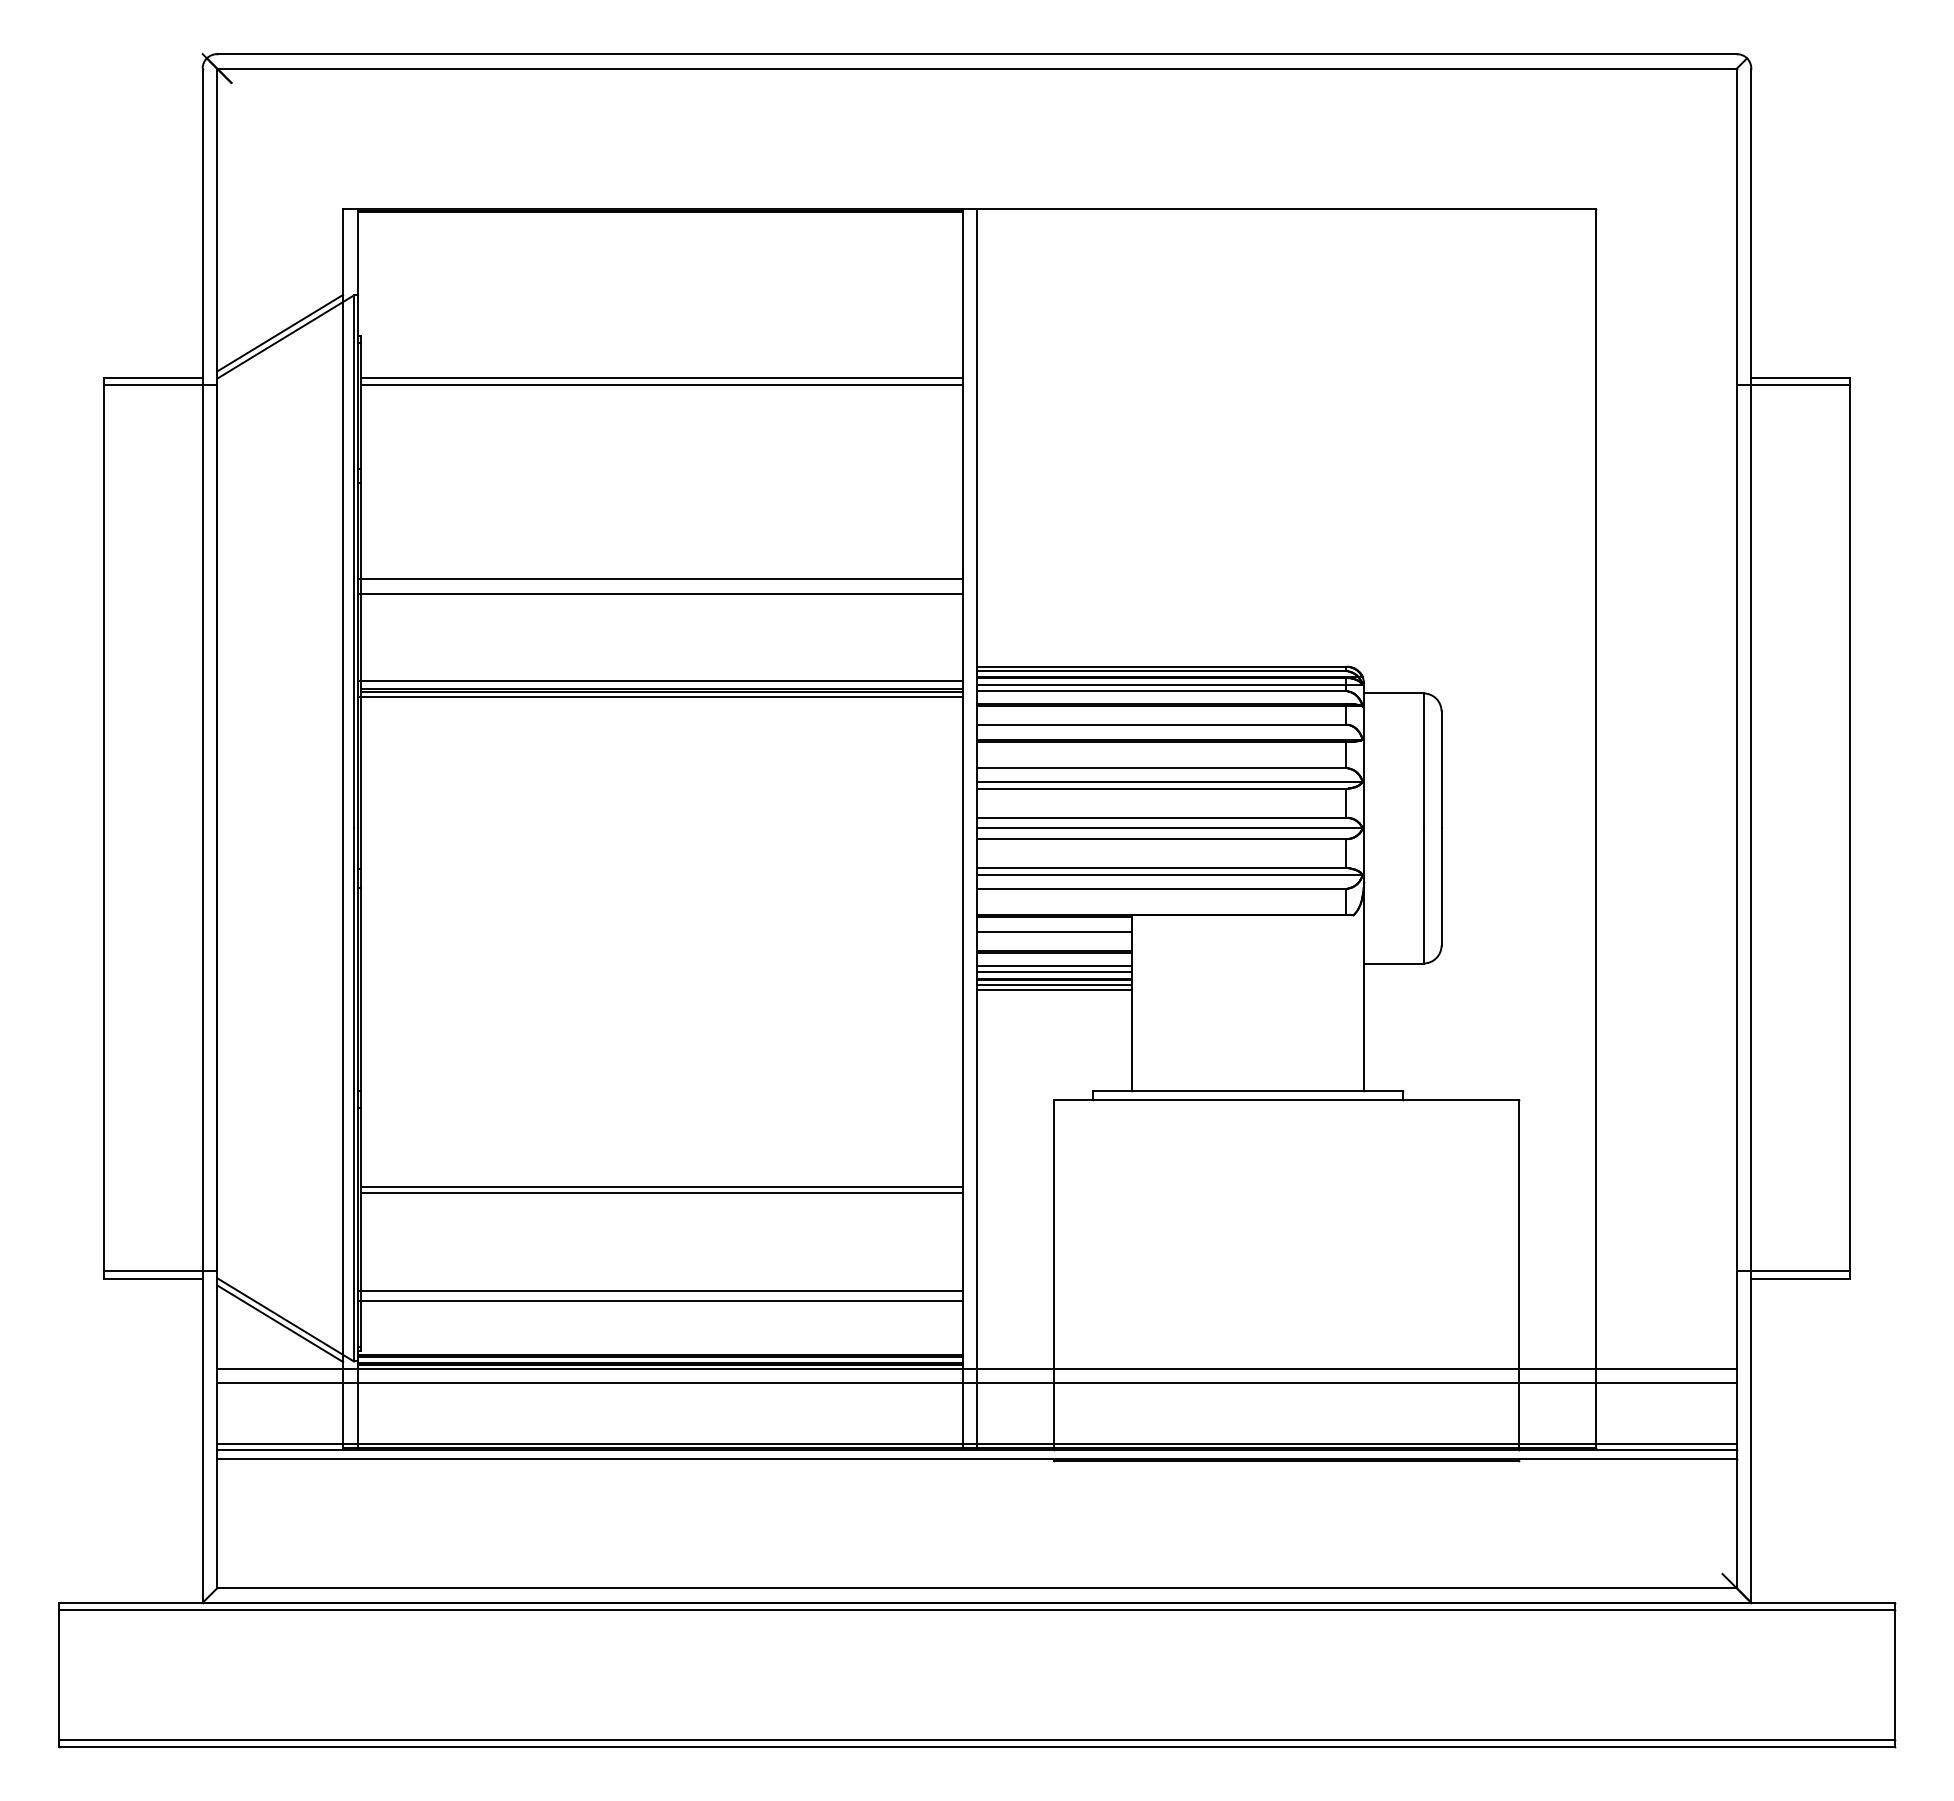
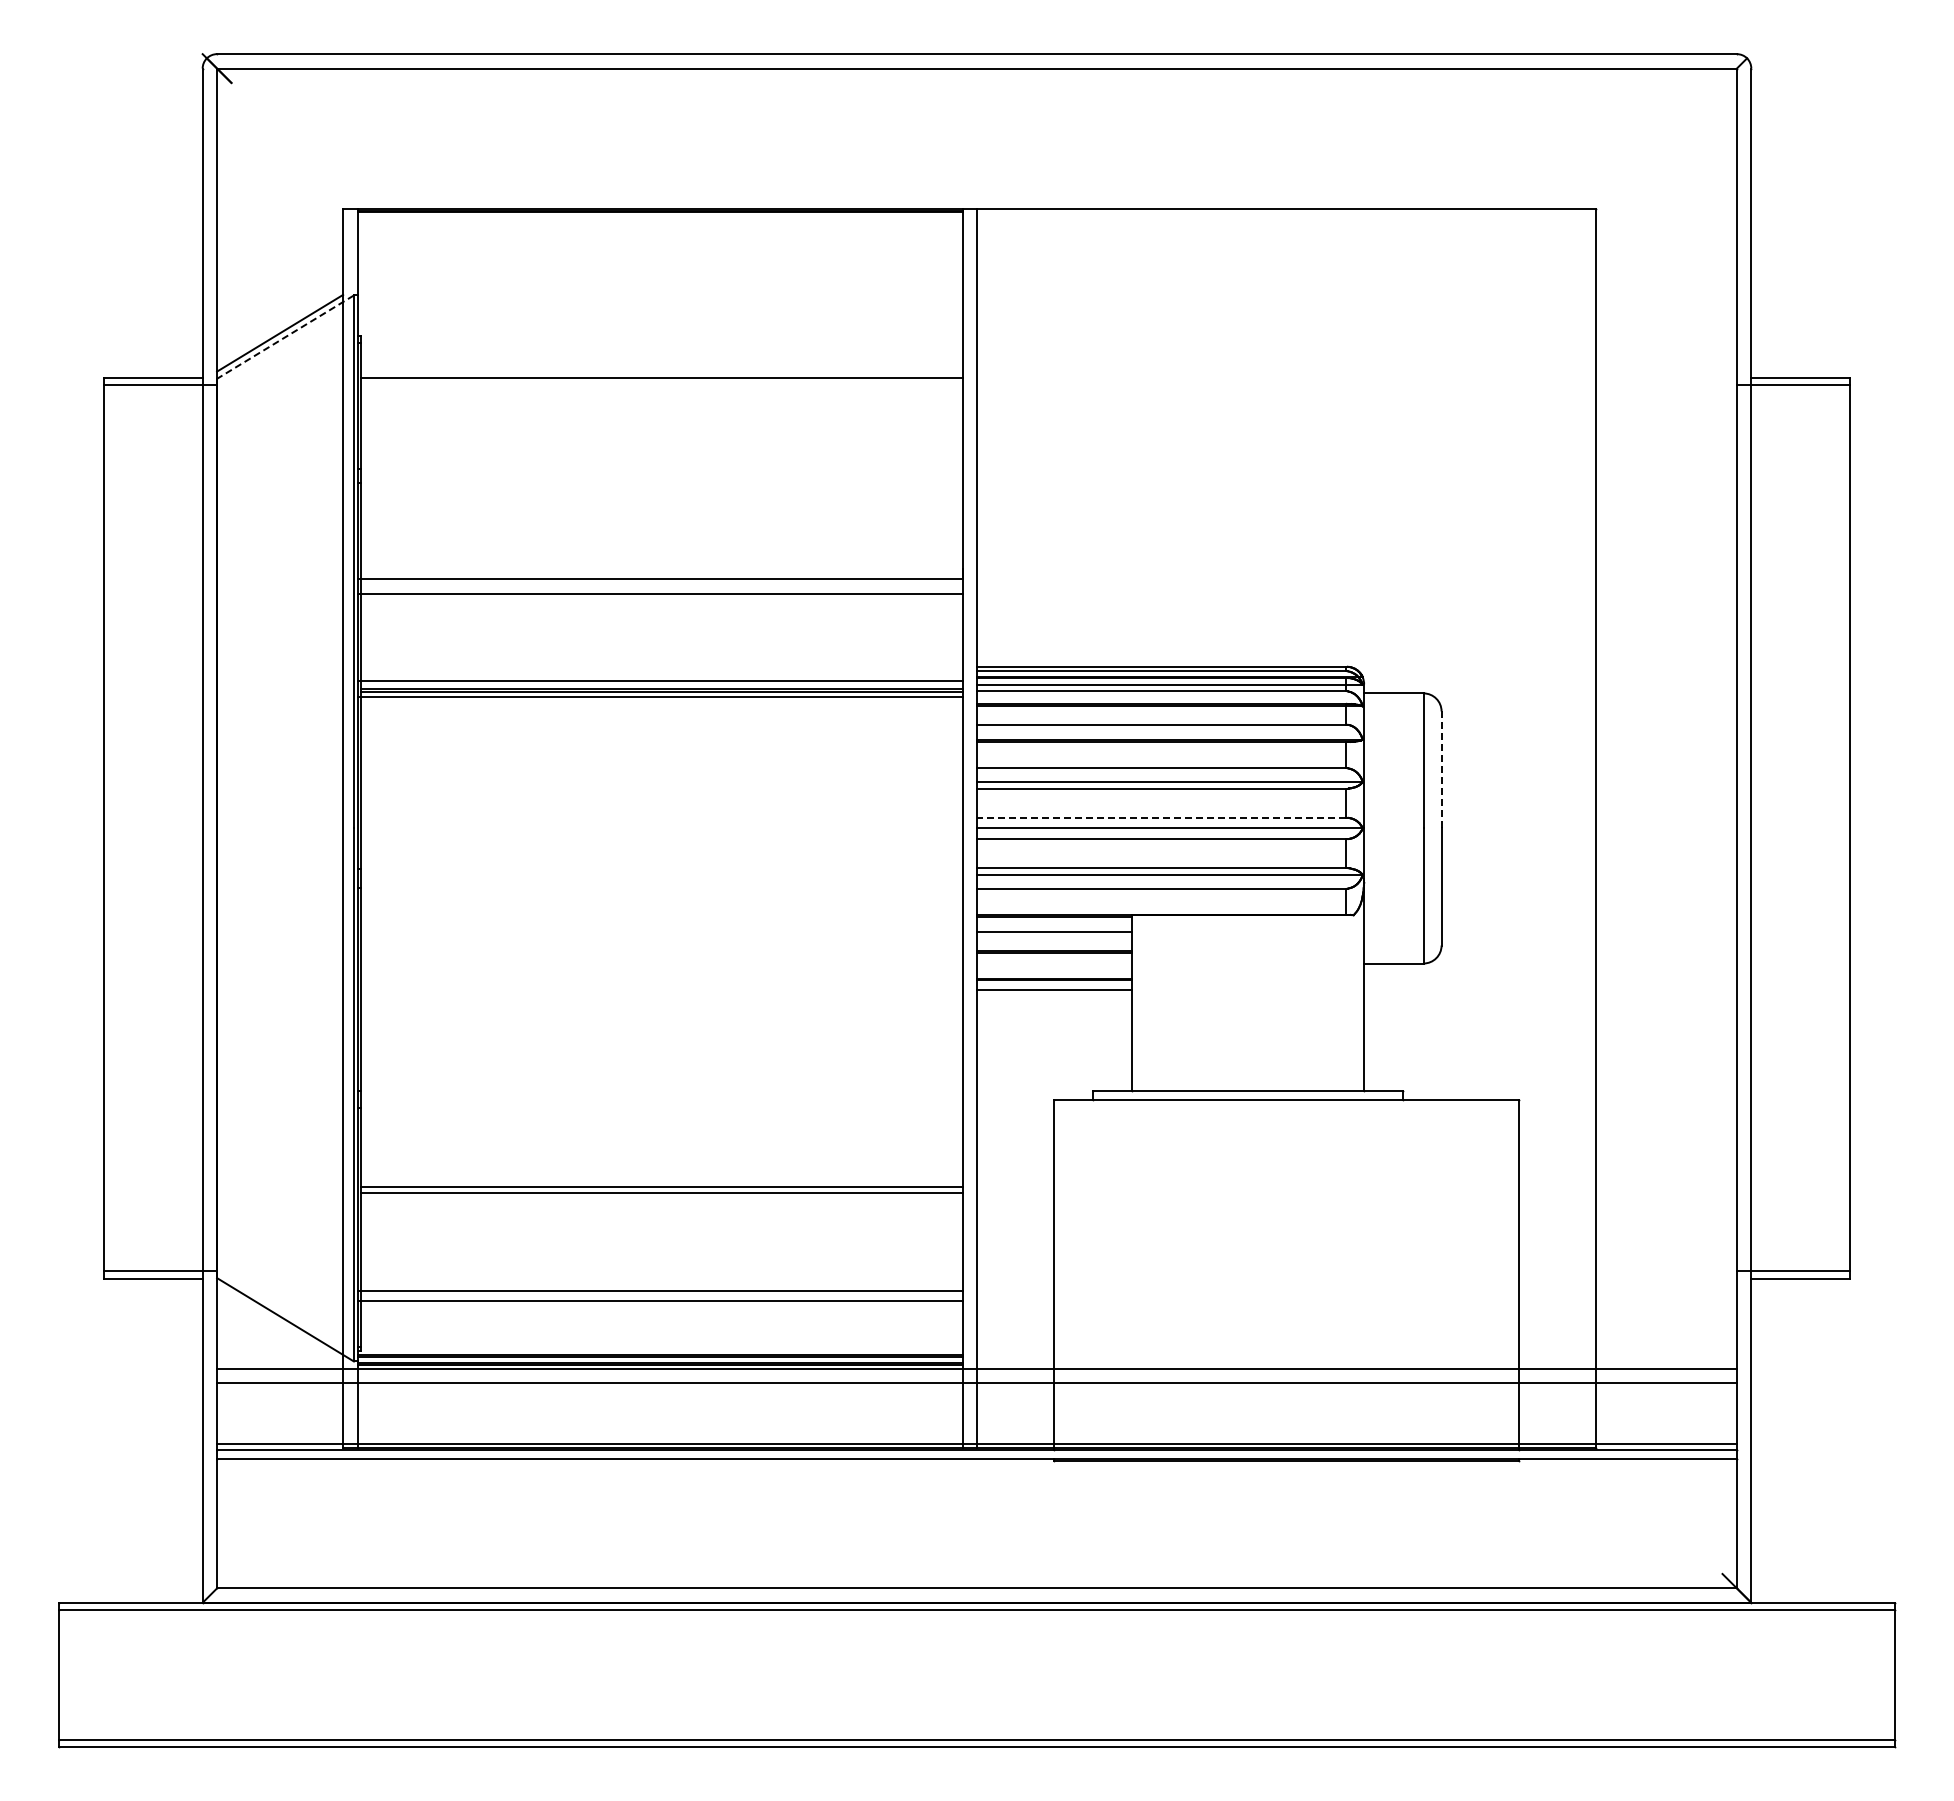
line at (285, 337): solid -> dashed
line at (661, 385): present -> none
line at (1441, 769): solid -> dashed
line at (1161, 817): solid -> dashed
line at (1053, 965): present -> none
line at (1053, 972): present -> none
line at (1053, 985): present -> none
line at (280, 1323): present -> none
